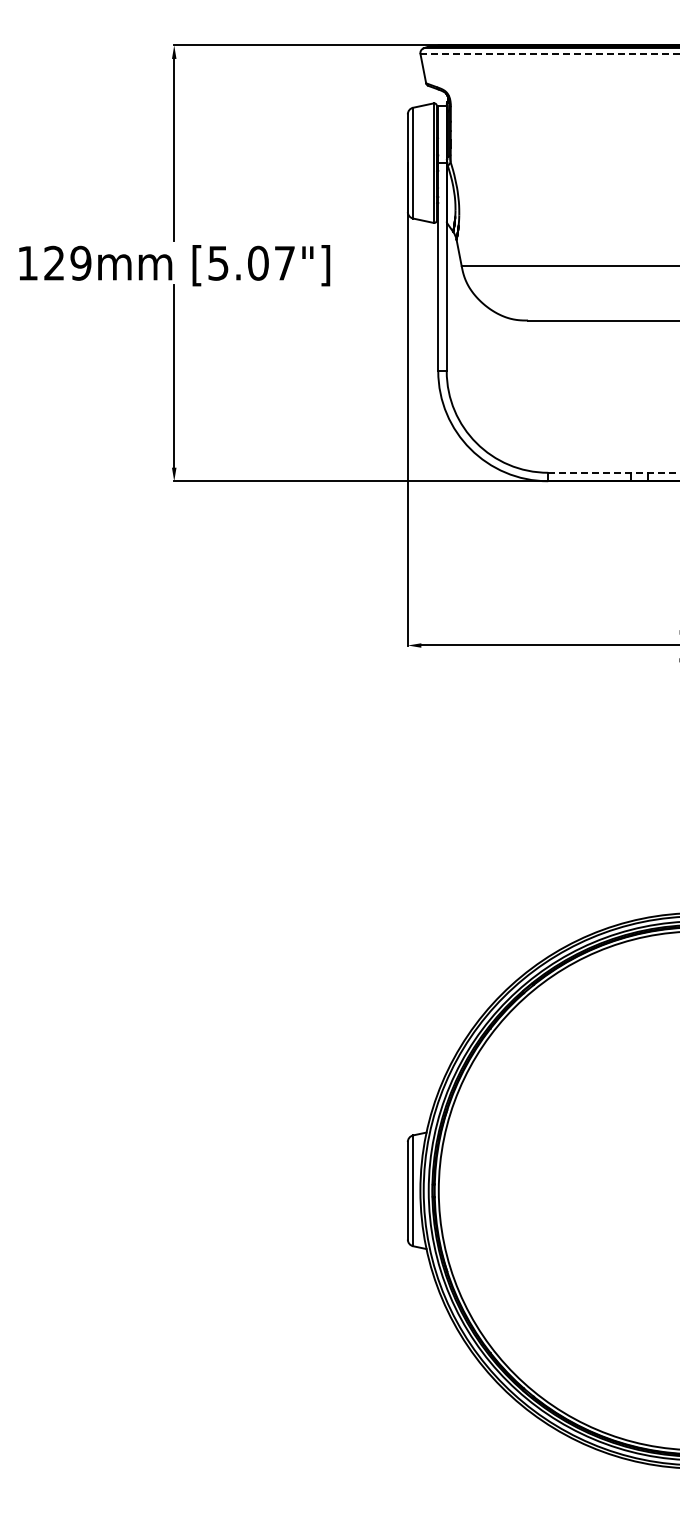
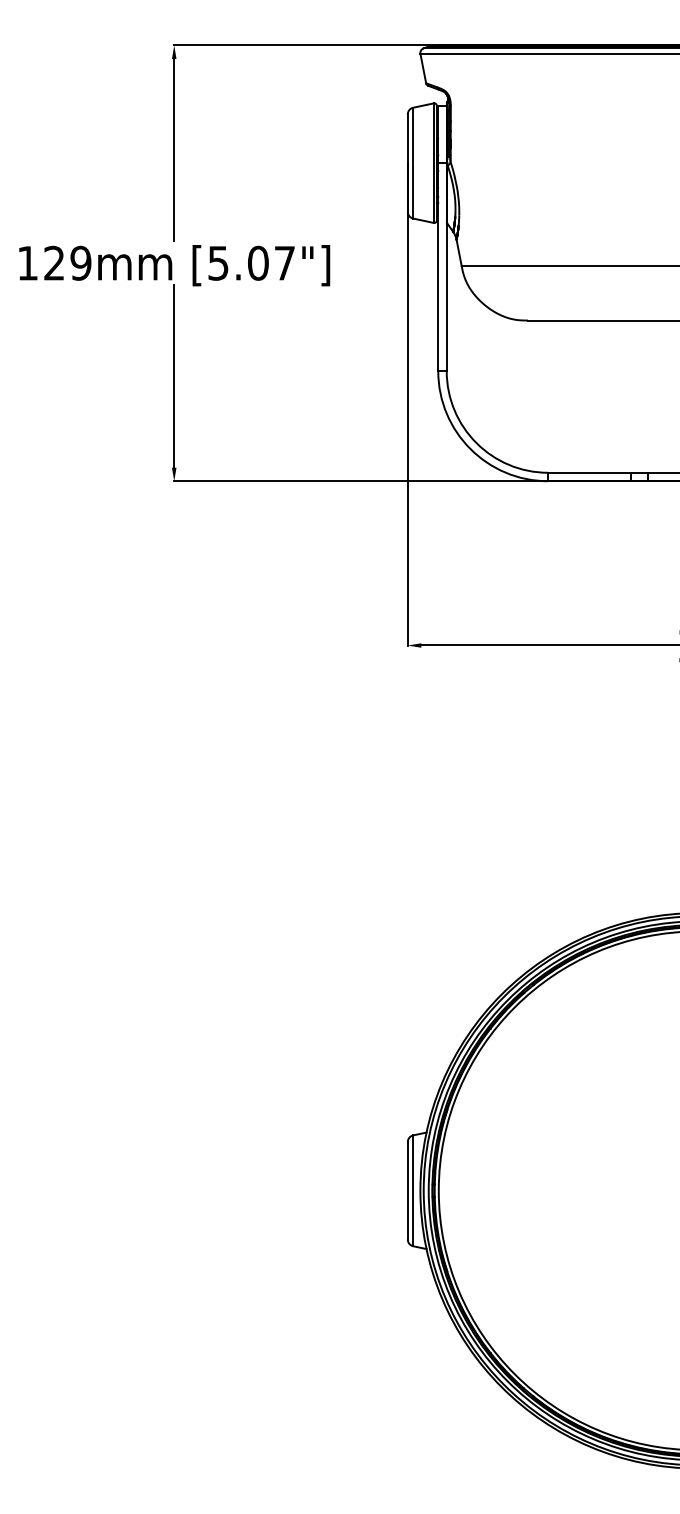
line at (550, 54): dashed -> solid
line at (614, 472): dashed -> solid
